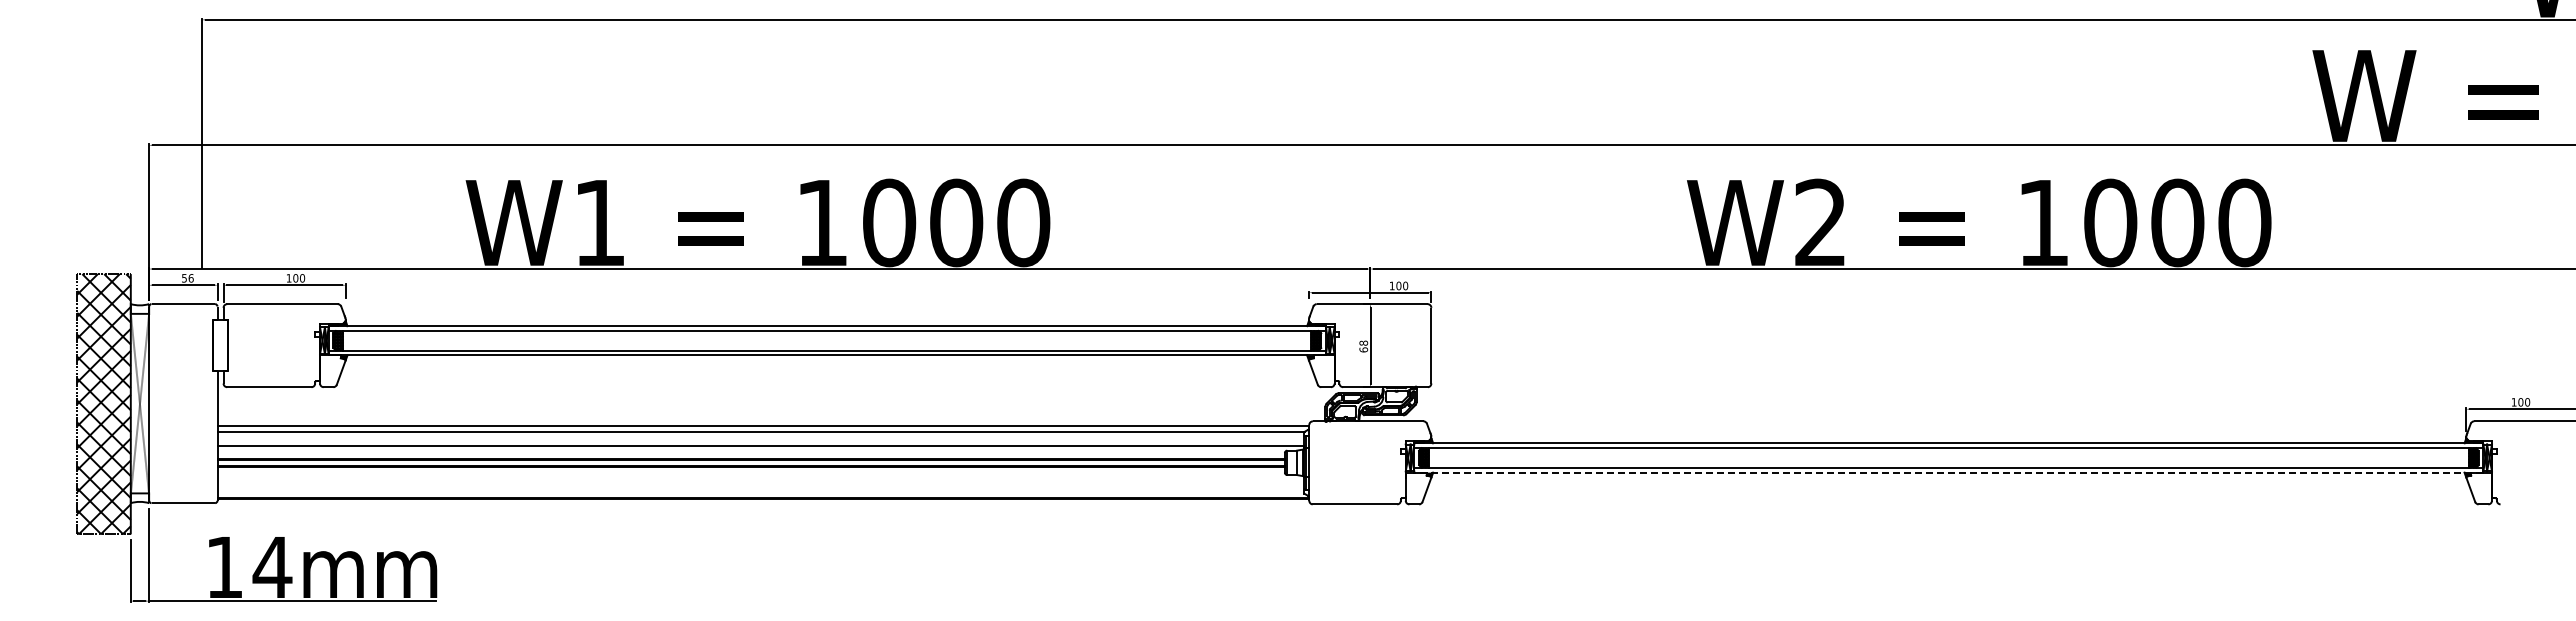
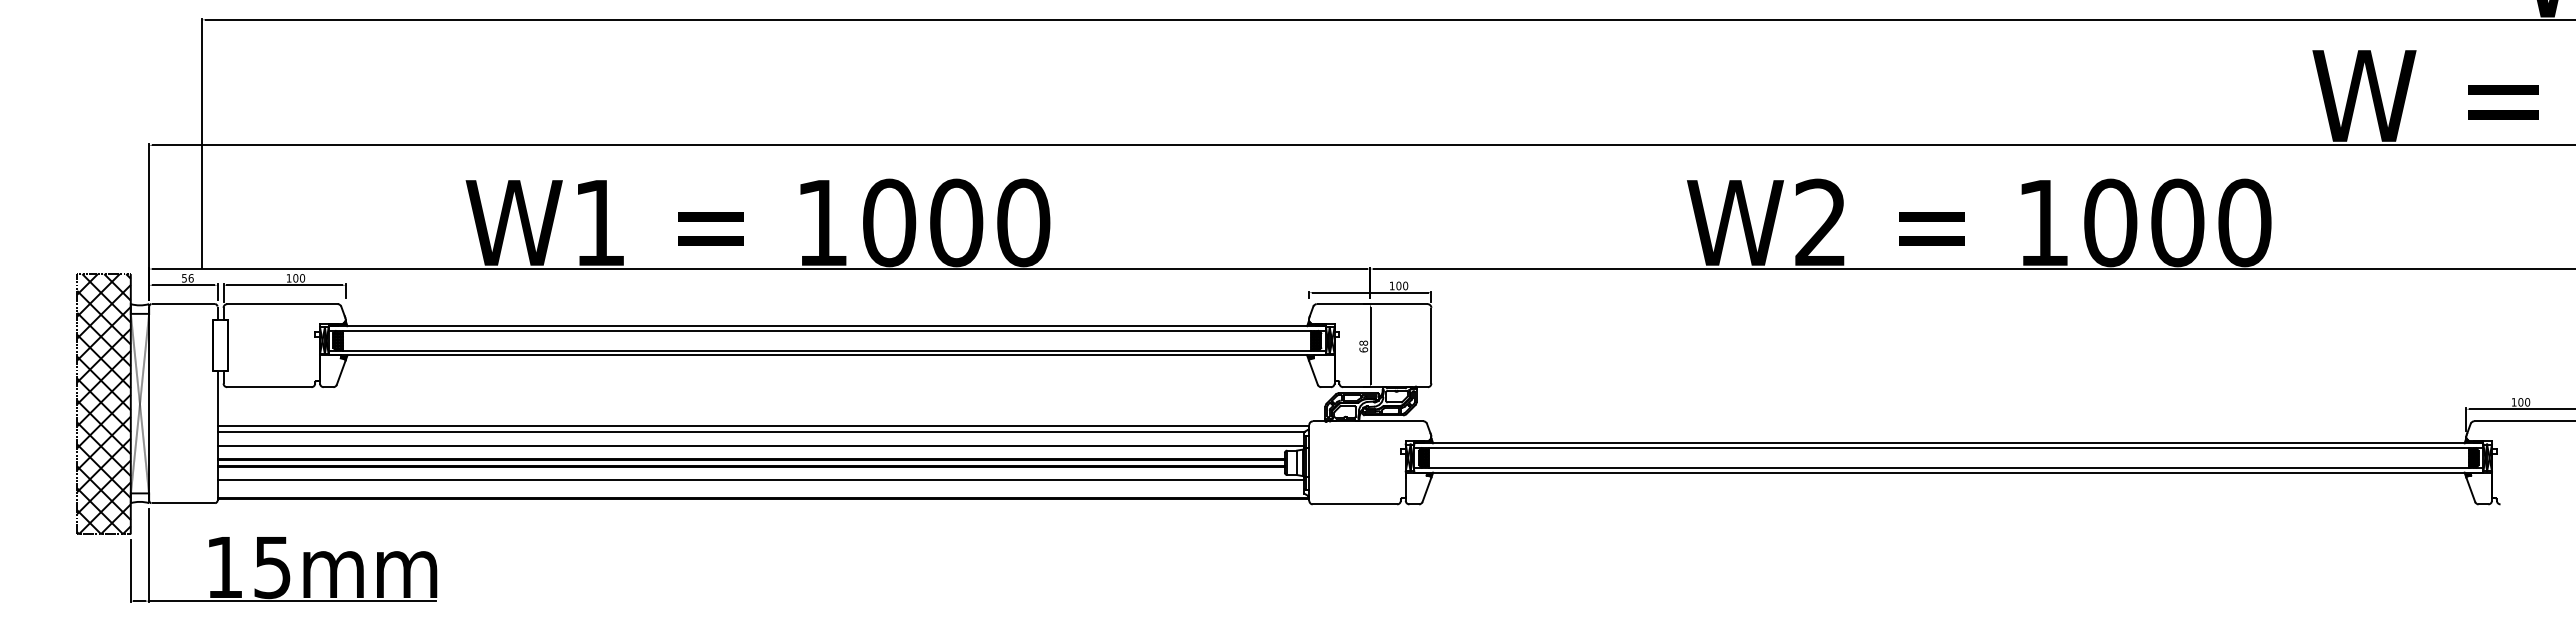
line at (1948, 472): dashed -> solid
line at (760, 479): none -> present
text at (272, 568): 14mm -> 15mm
